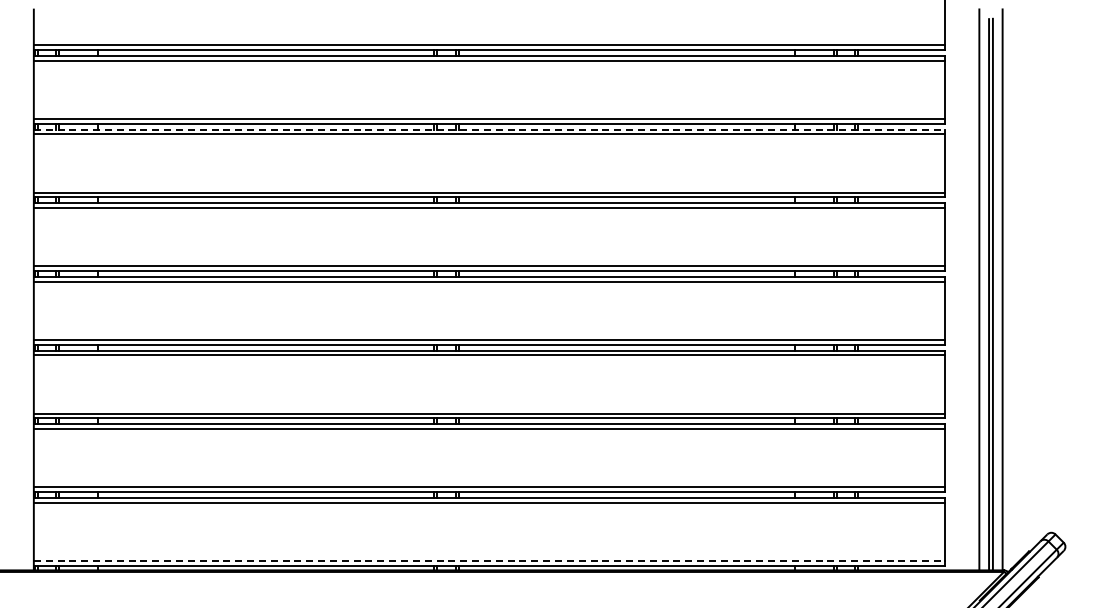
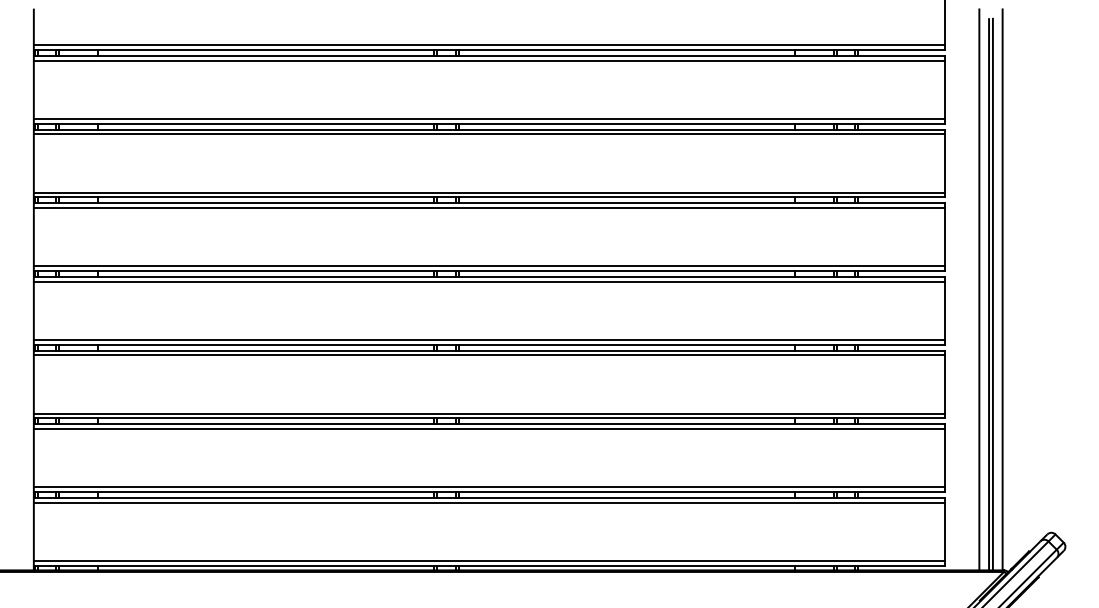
line at (489, 129): dashed -> solid
line at (489, 560): dashed -> solid
